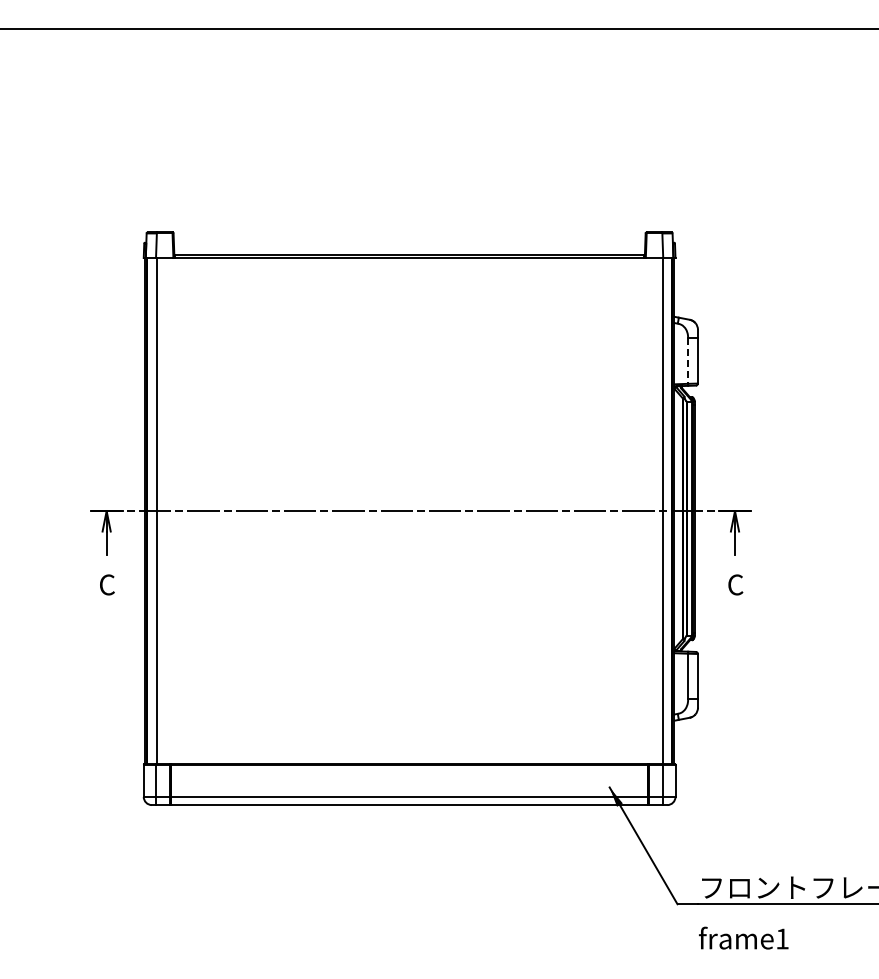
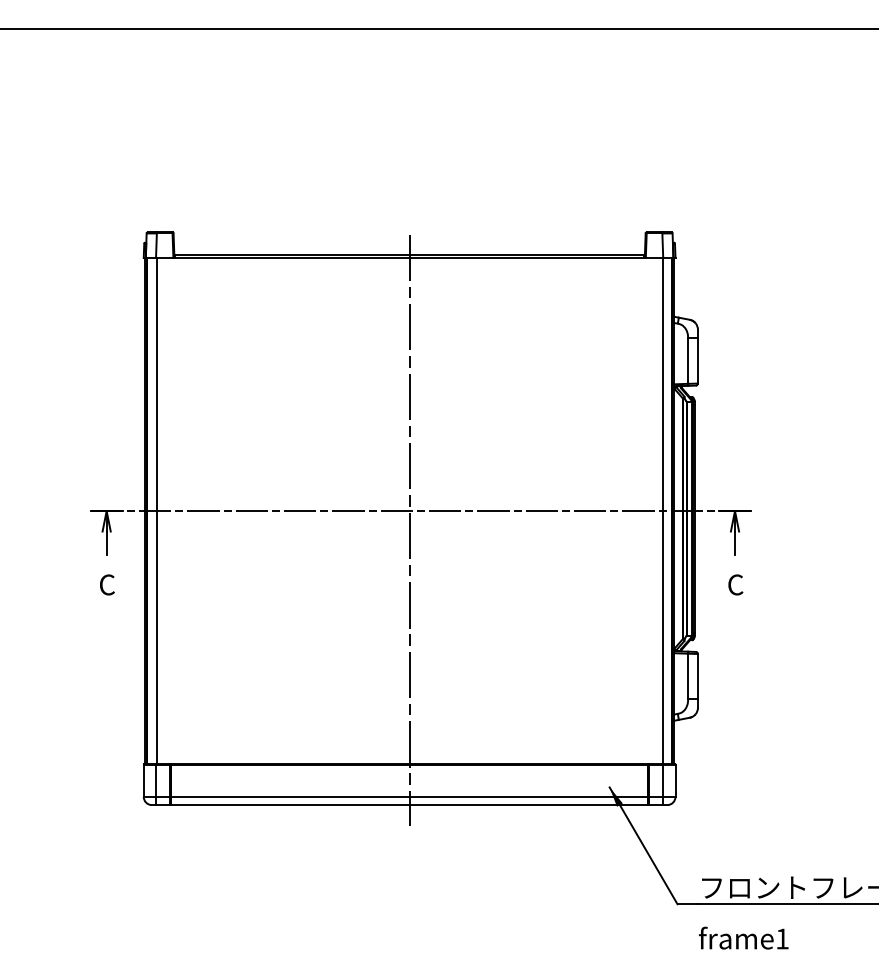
line at (688, 361): dashed -> solid
line at (409, 529): none -> present
